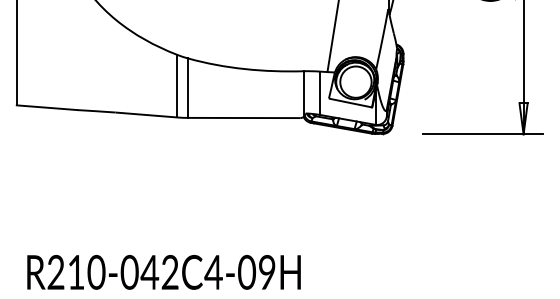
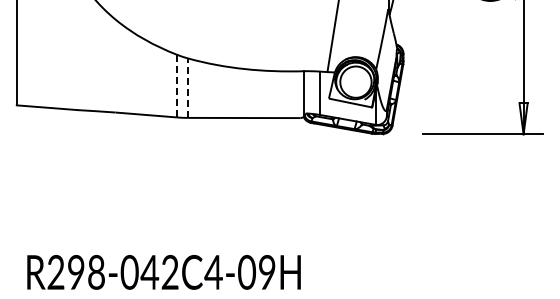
line at (176, 86): solid -> dashed
line at (188, 88): solid -> dashed
text at (86, 272): R210-042C4-09H -> R298-042C4-09H
